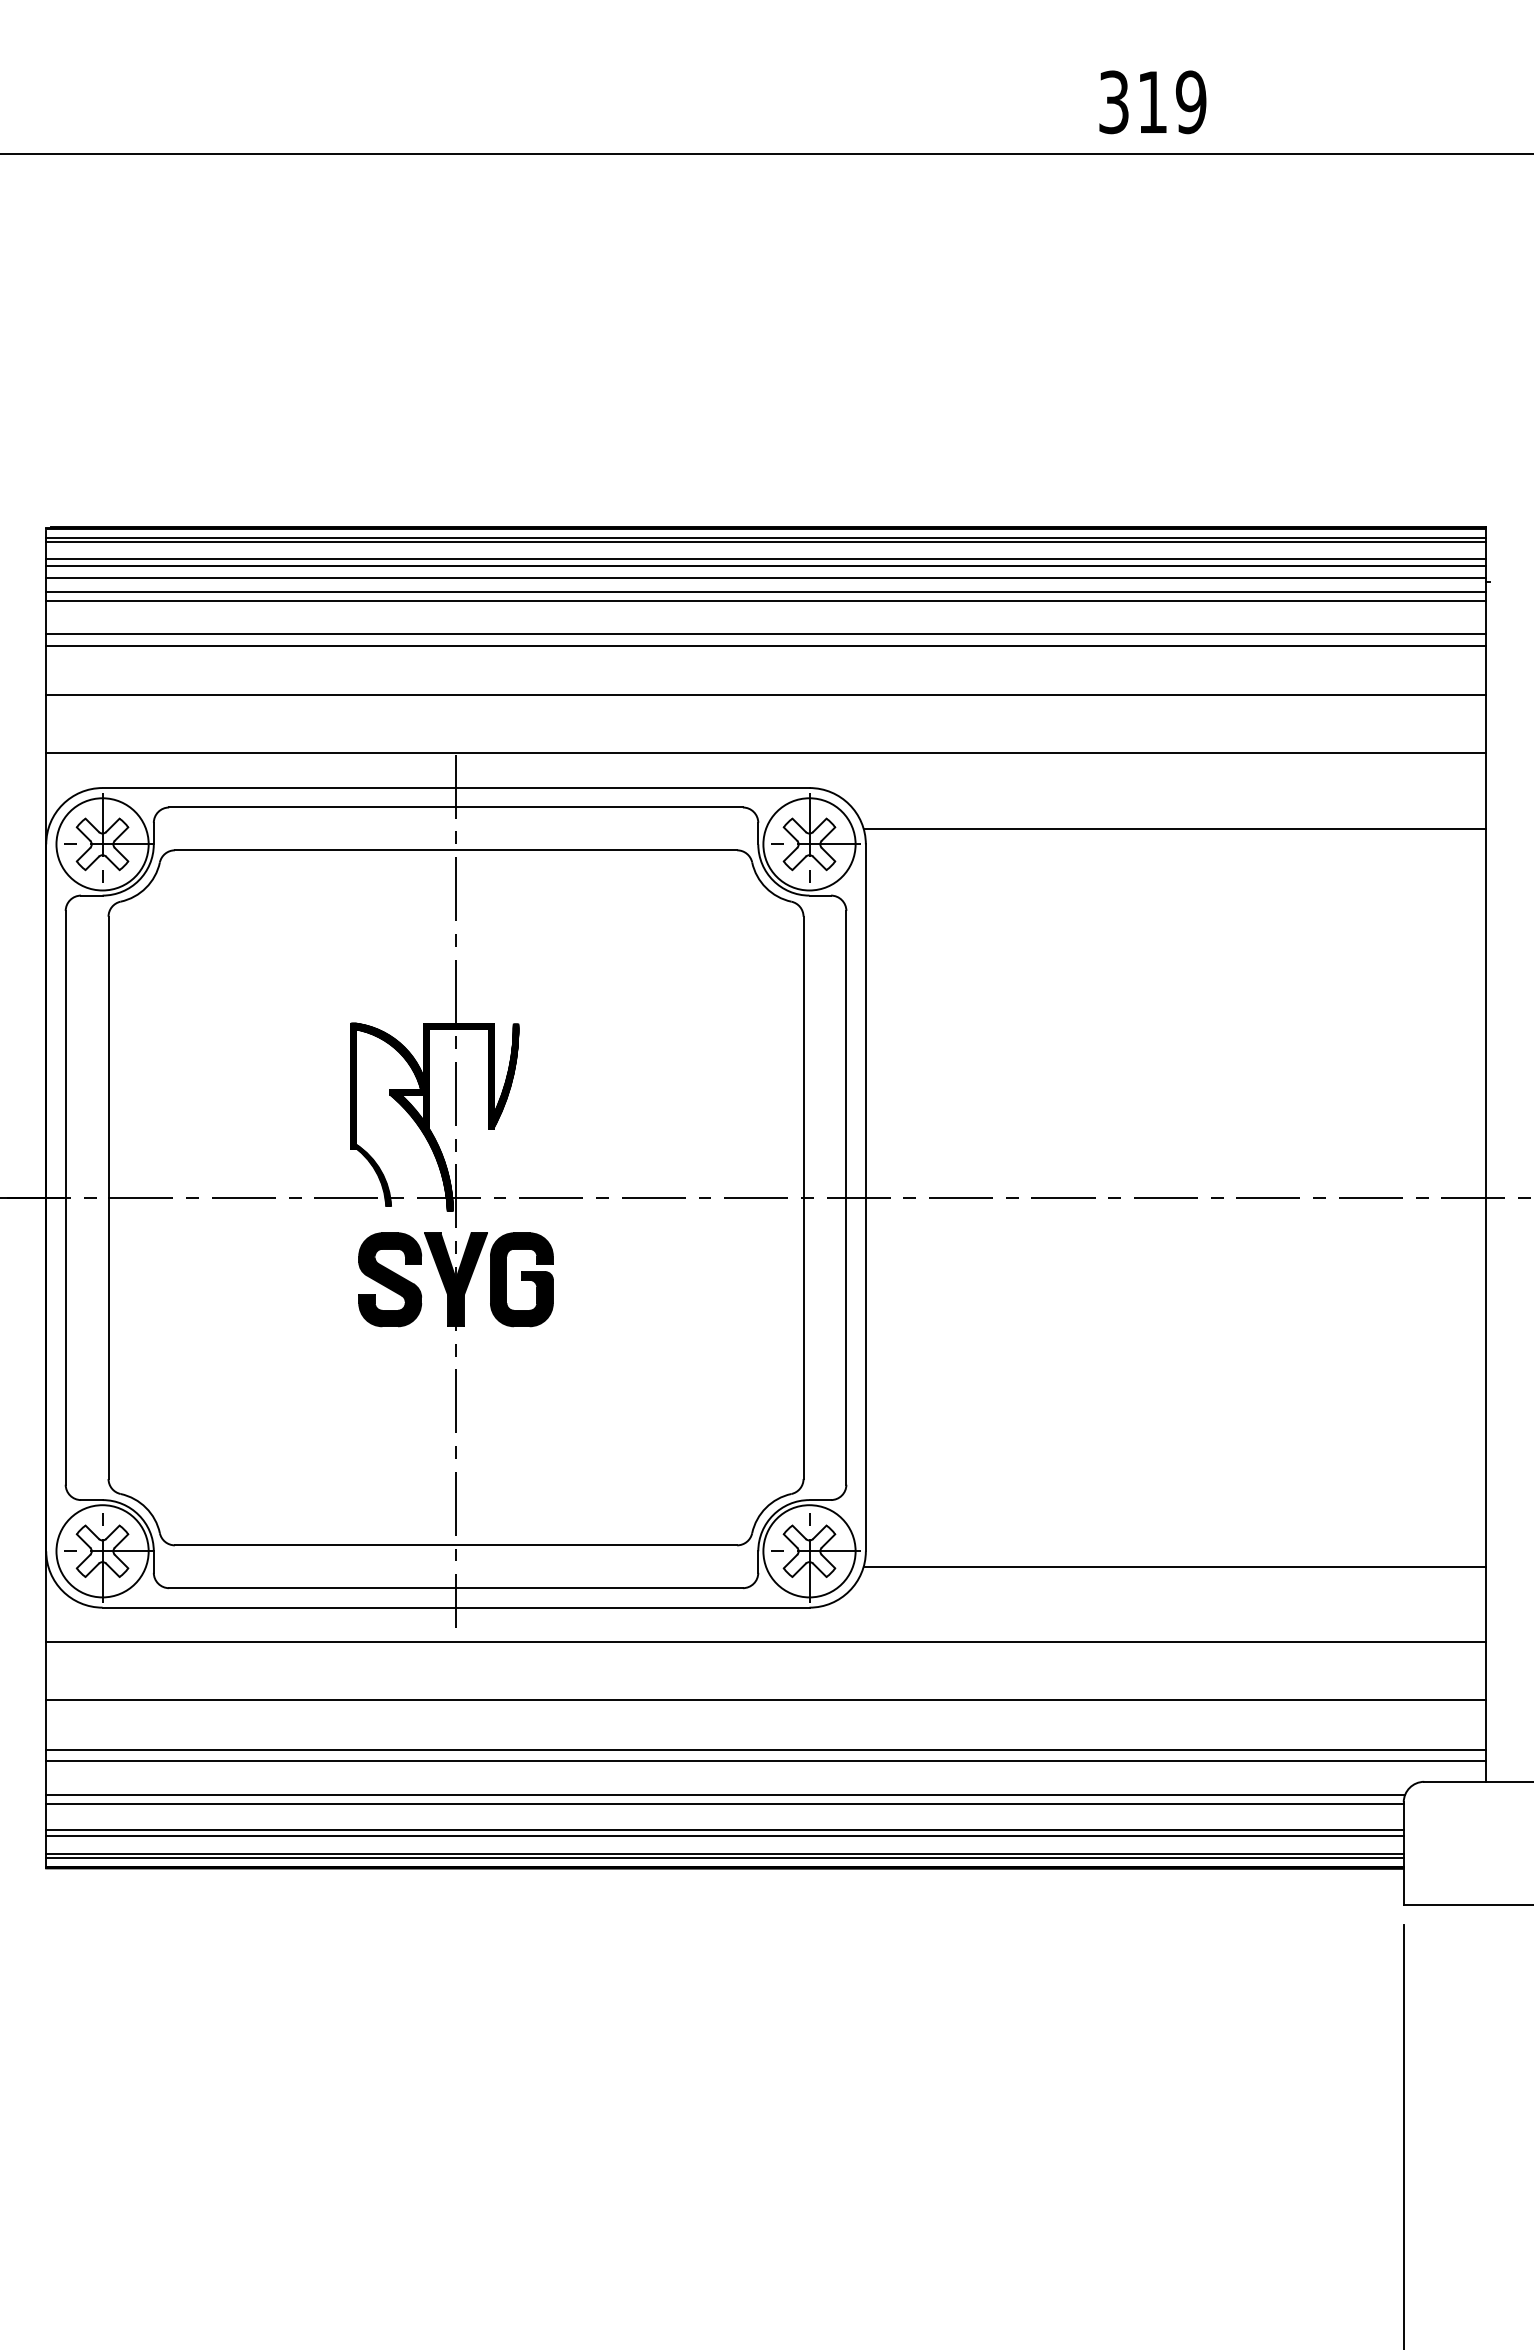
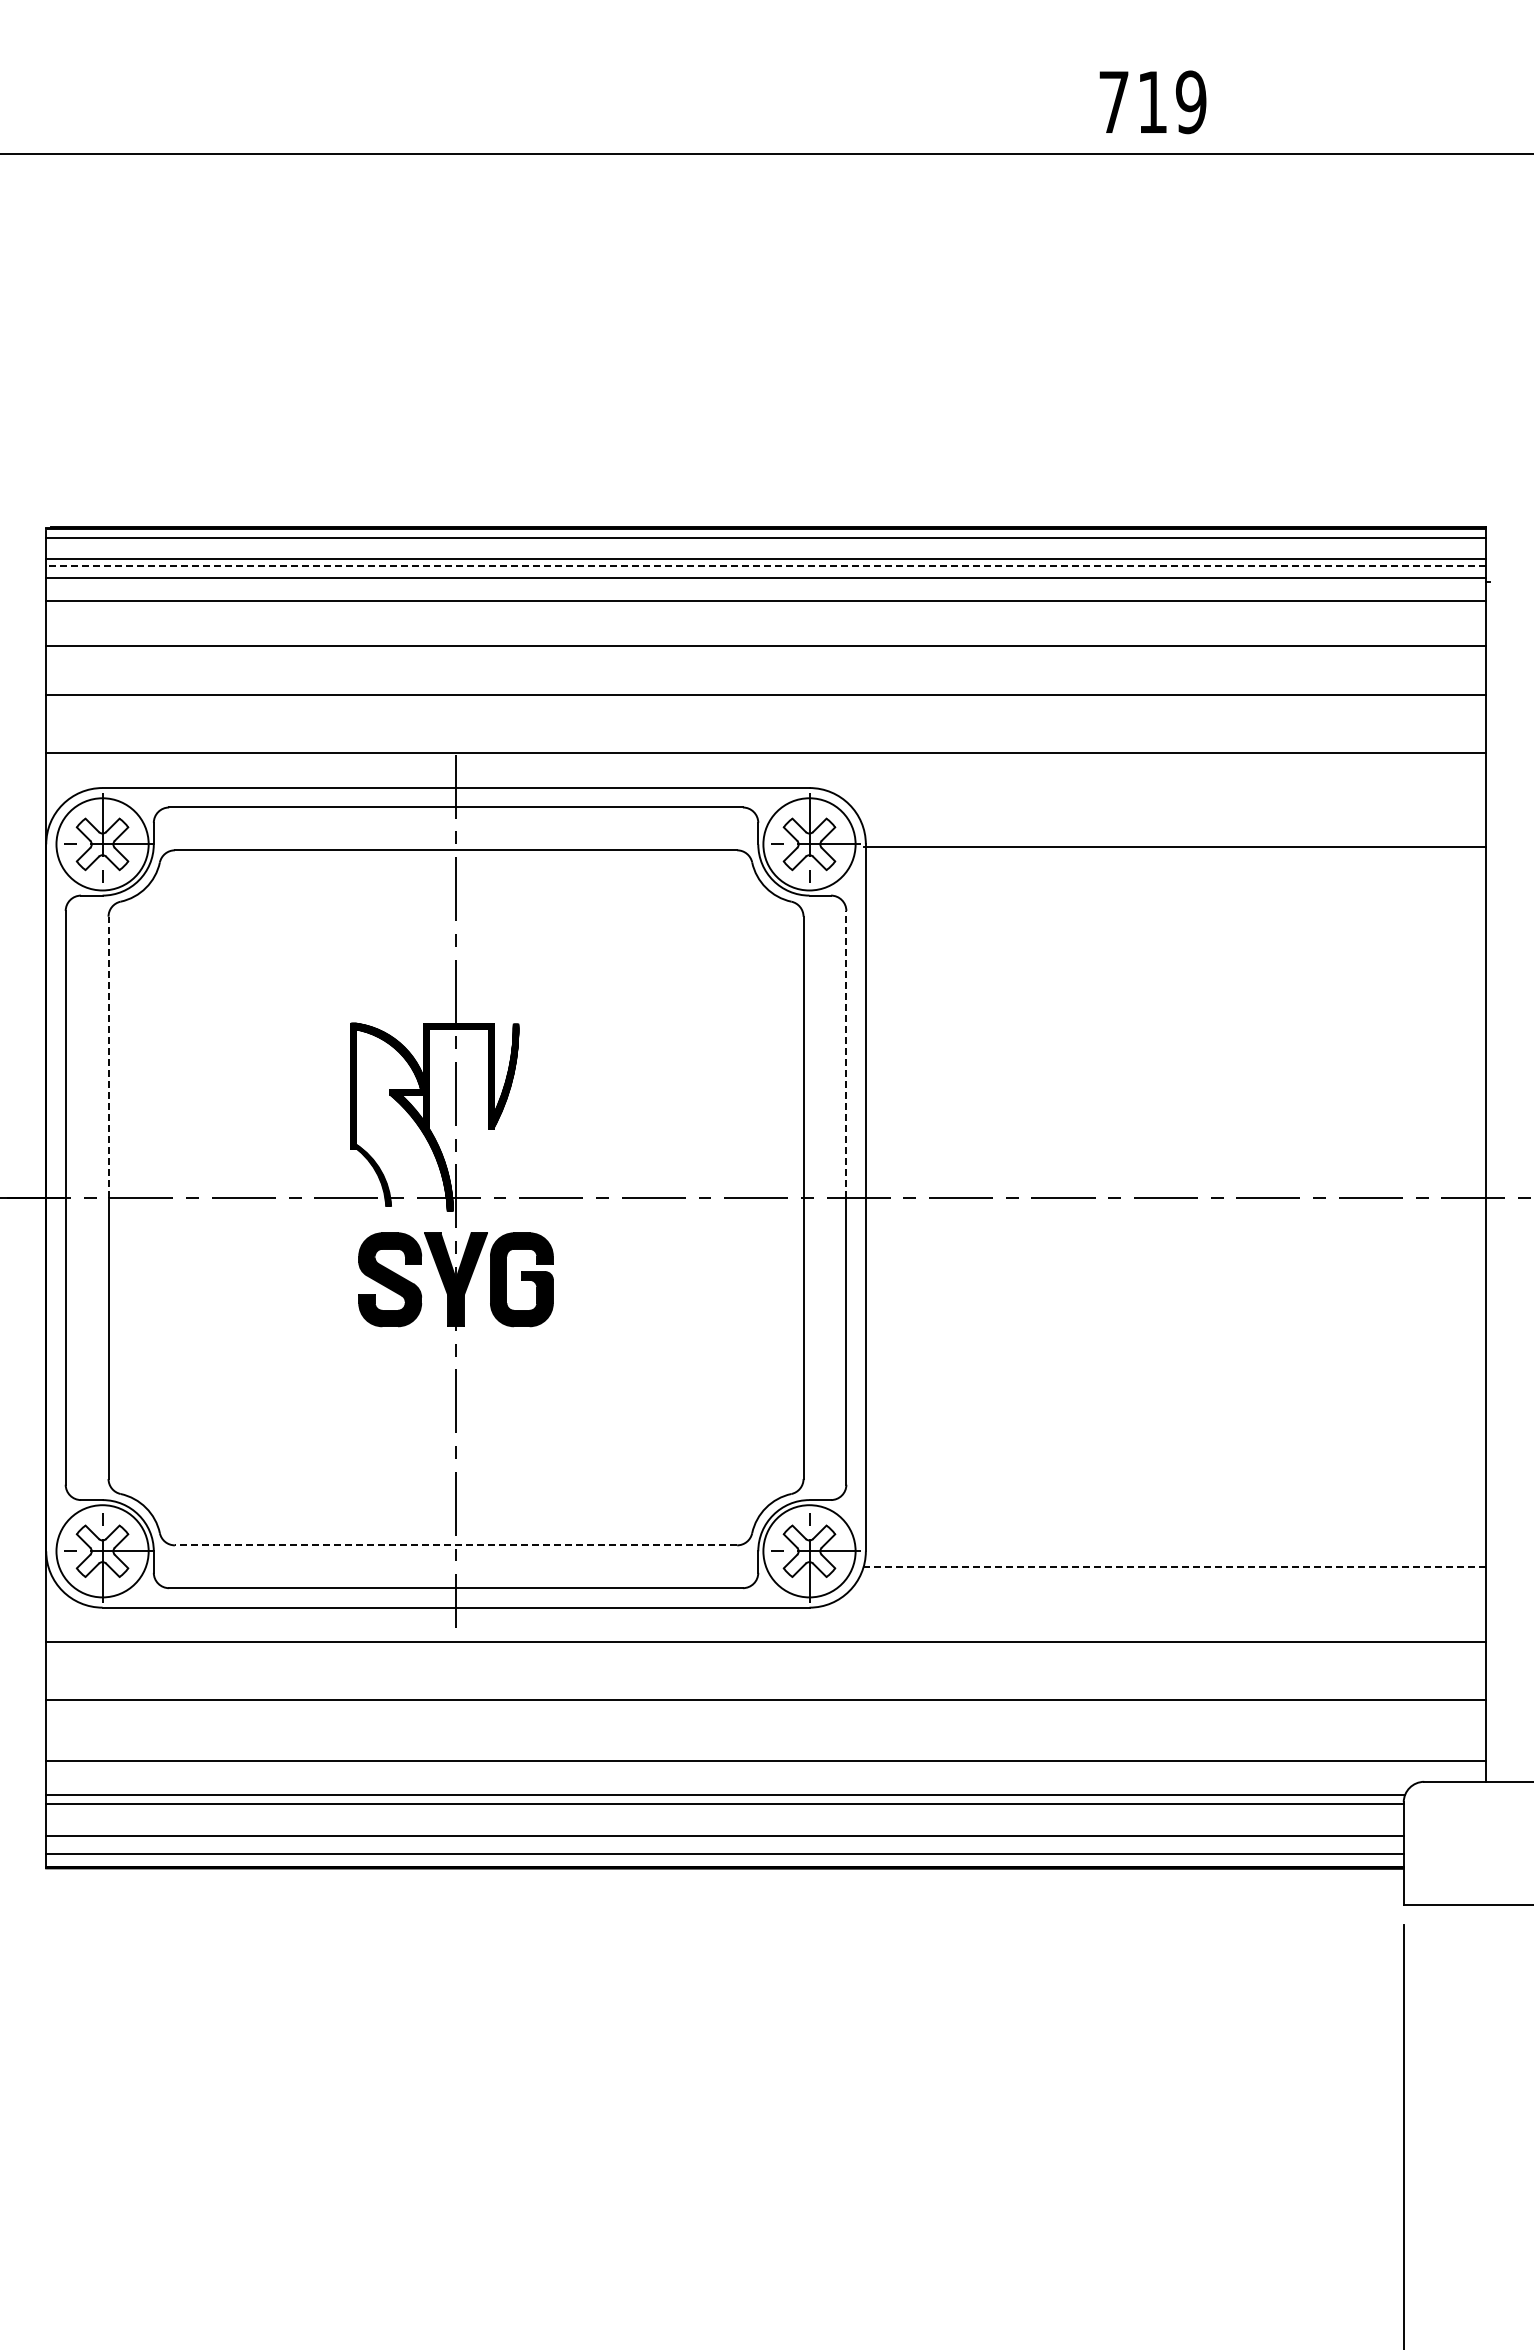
text at (1113, 102): 319 -> 719
line at (765, 541): present -> none
line at (765, 565): solid -> dashed
line at (765, 591): present -> none
line at (765, 634): present -> none
line at (1174, 829) position: (1174, 829) -> (1174, 847)
line at (846, 1053): solid -> dashed
line at (108, 1057): solid -> dashed
line at (455, 1545): solid -> dashed
line at (1174, 1566): solid -> dashed
line at (765, 1750): present -> none
line at (724, 1829): present -> none
line at (724, 1857): present -> none
